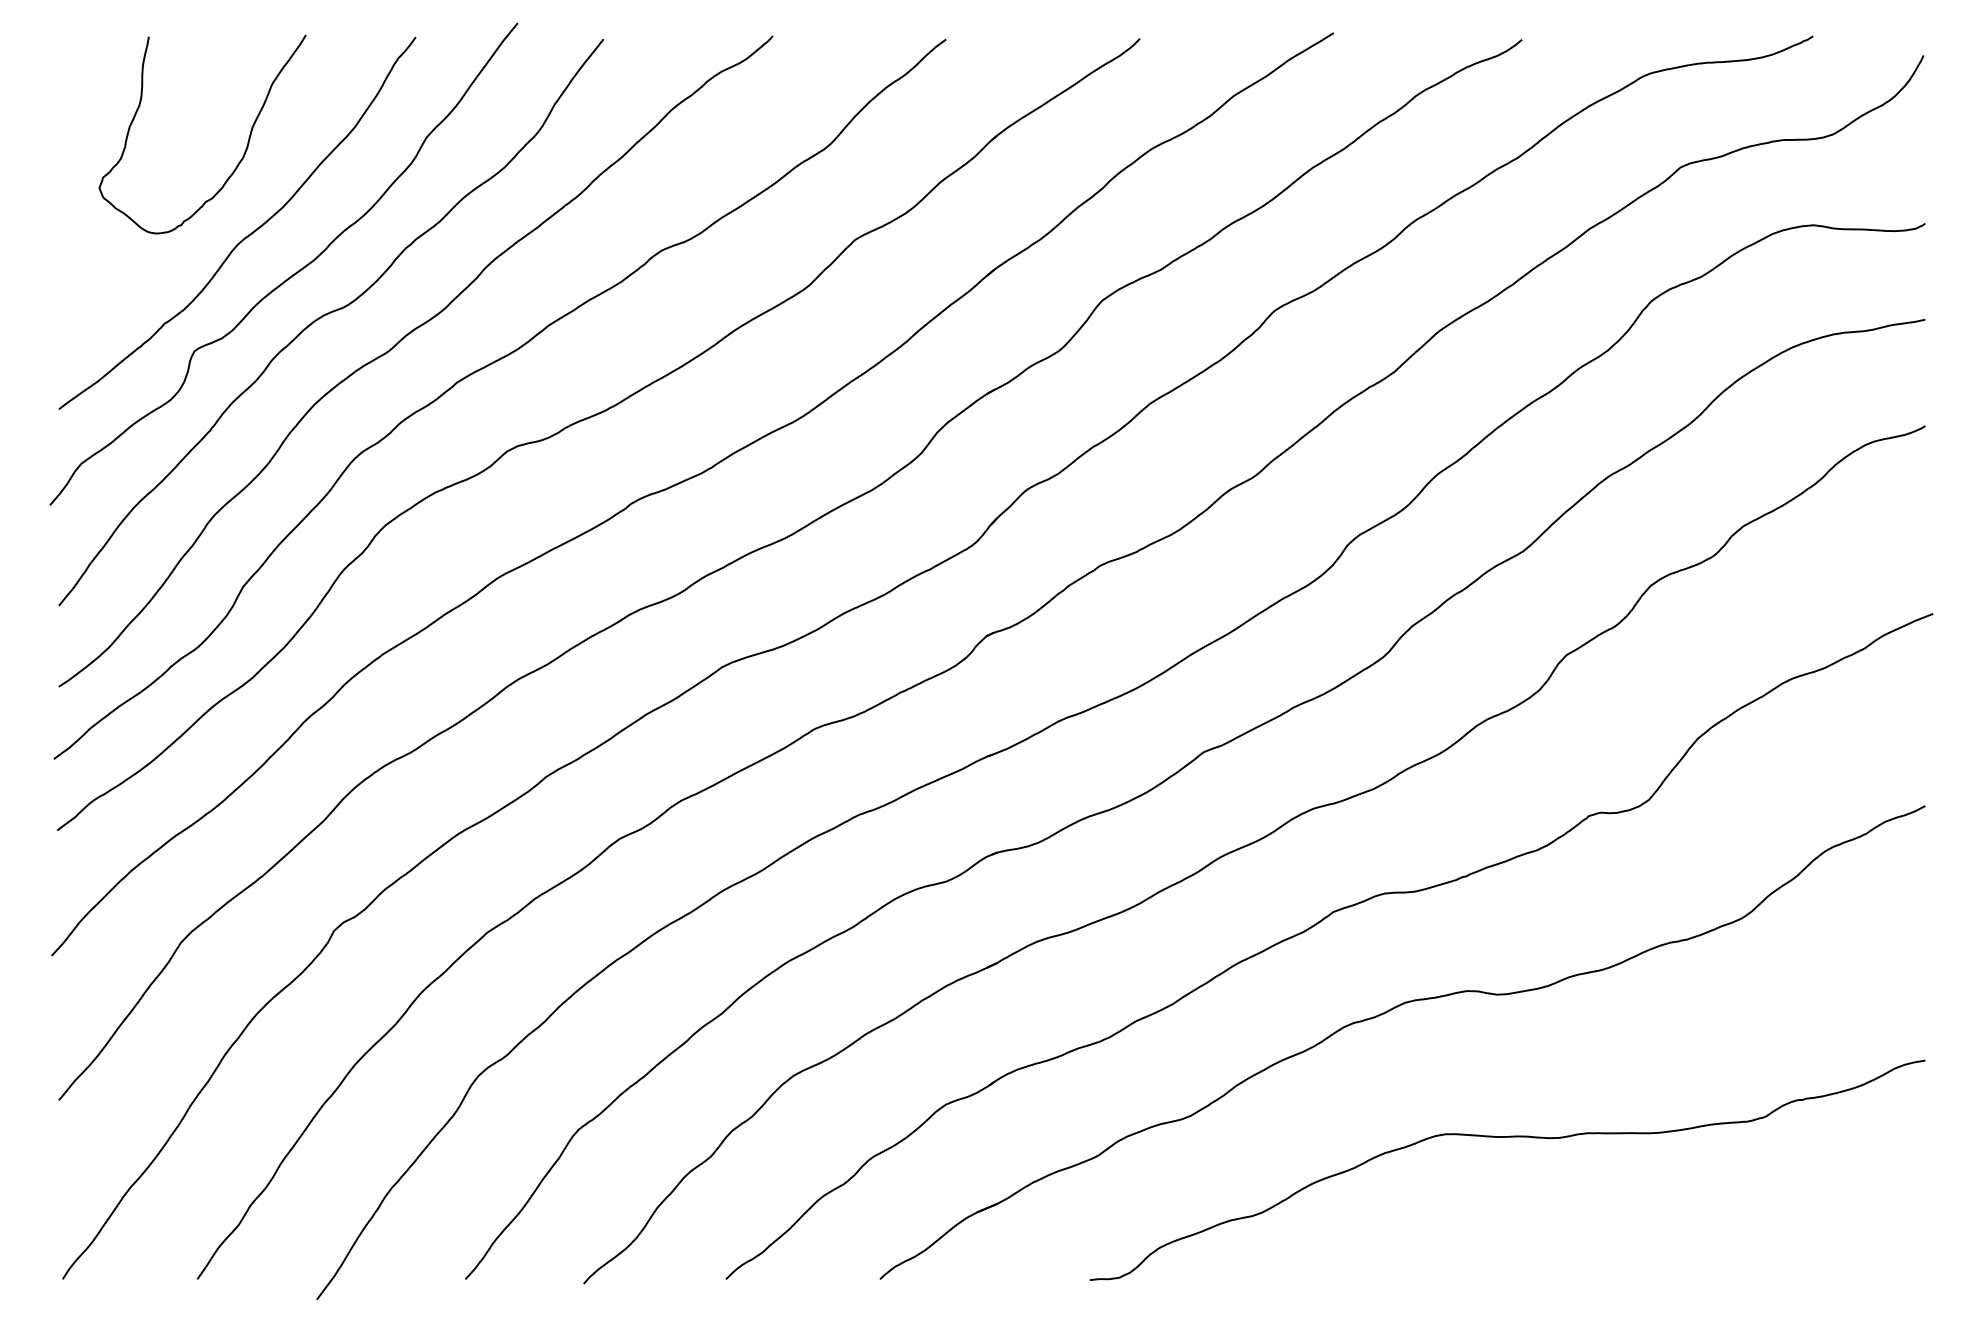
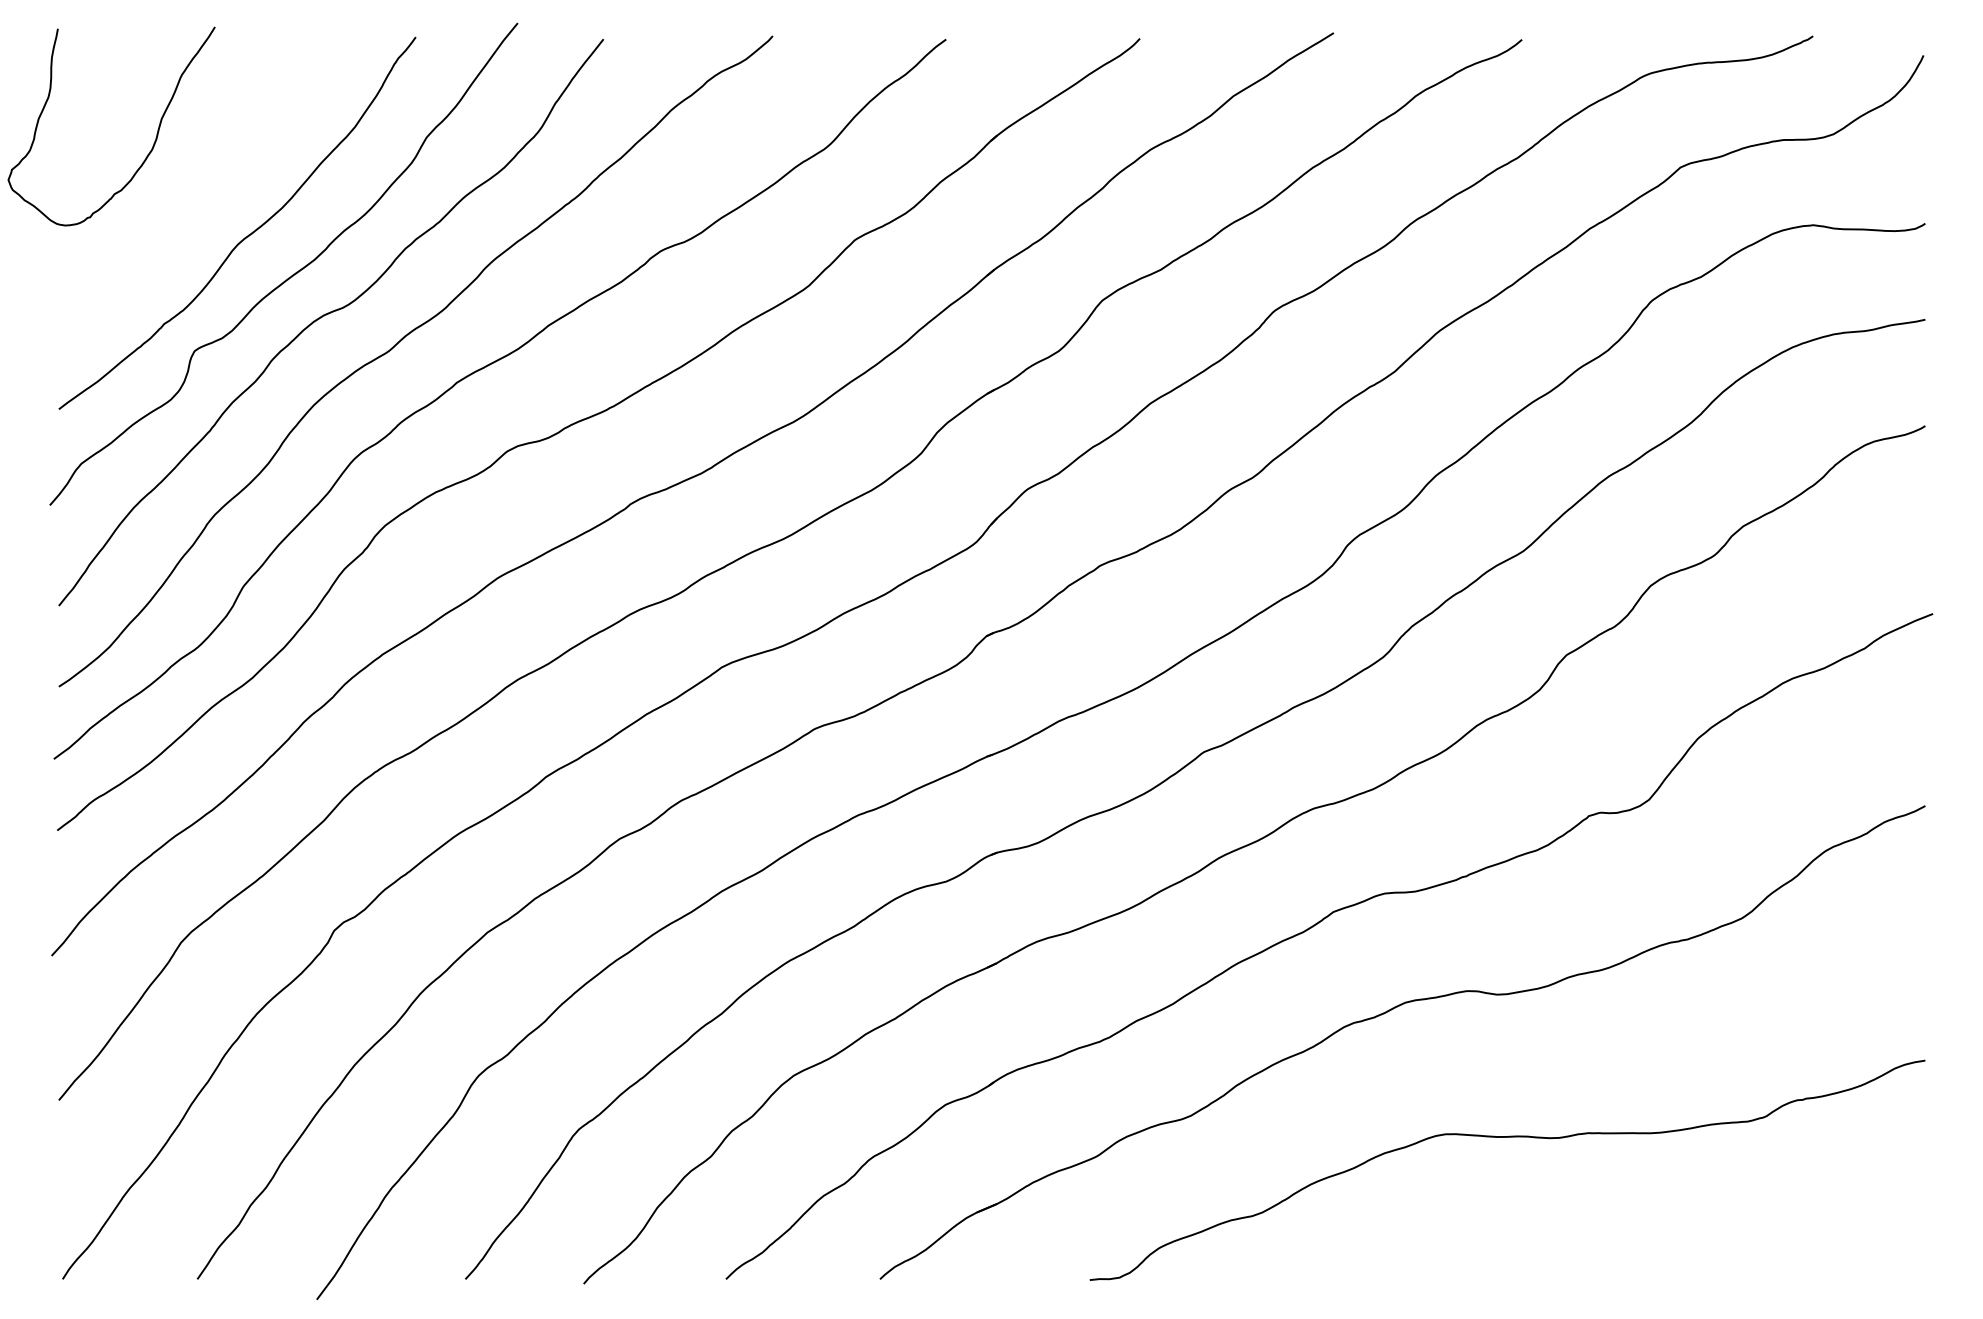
curve at (243, 153) position: (243, 153) -> (152, 145)
